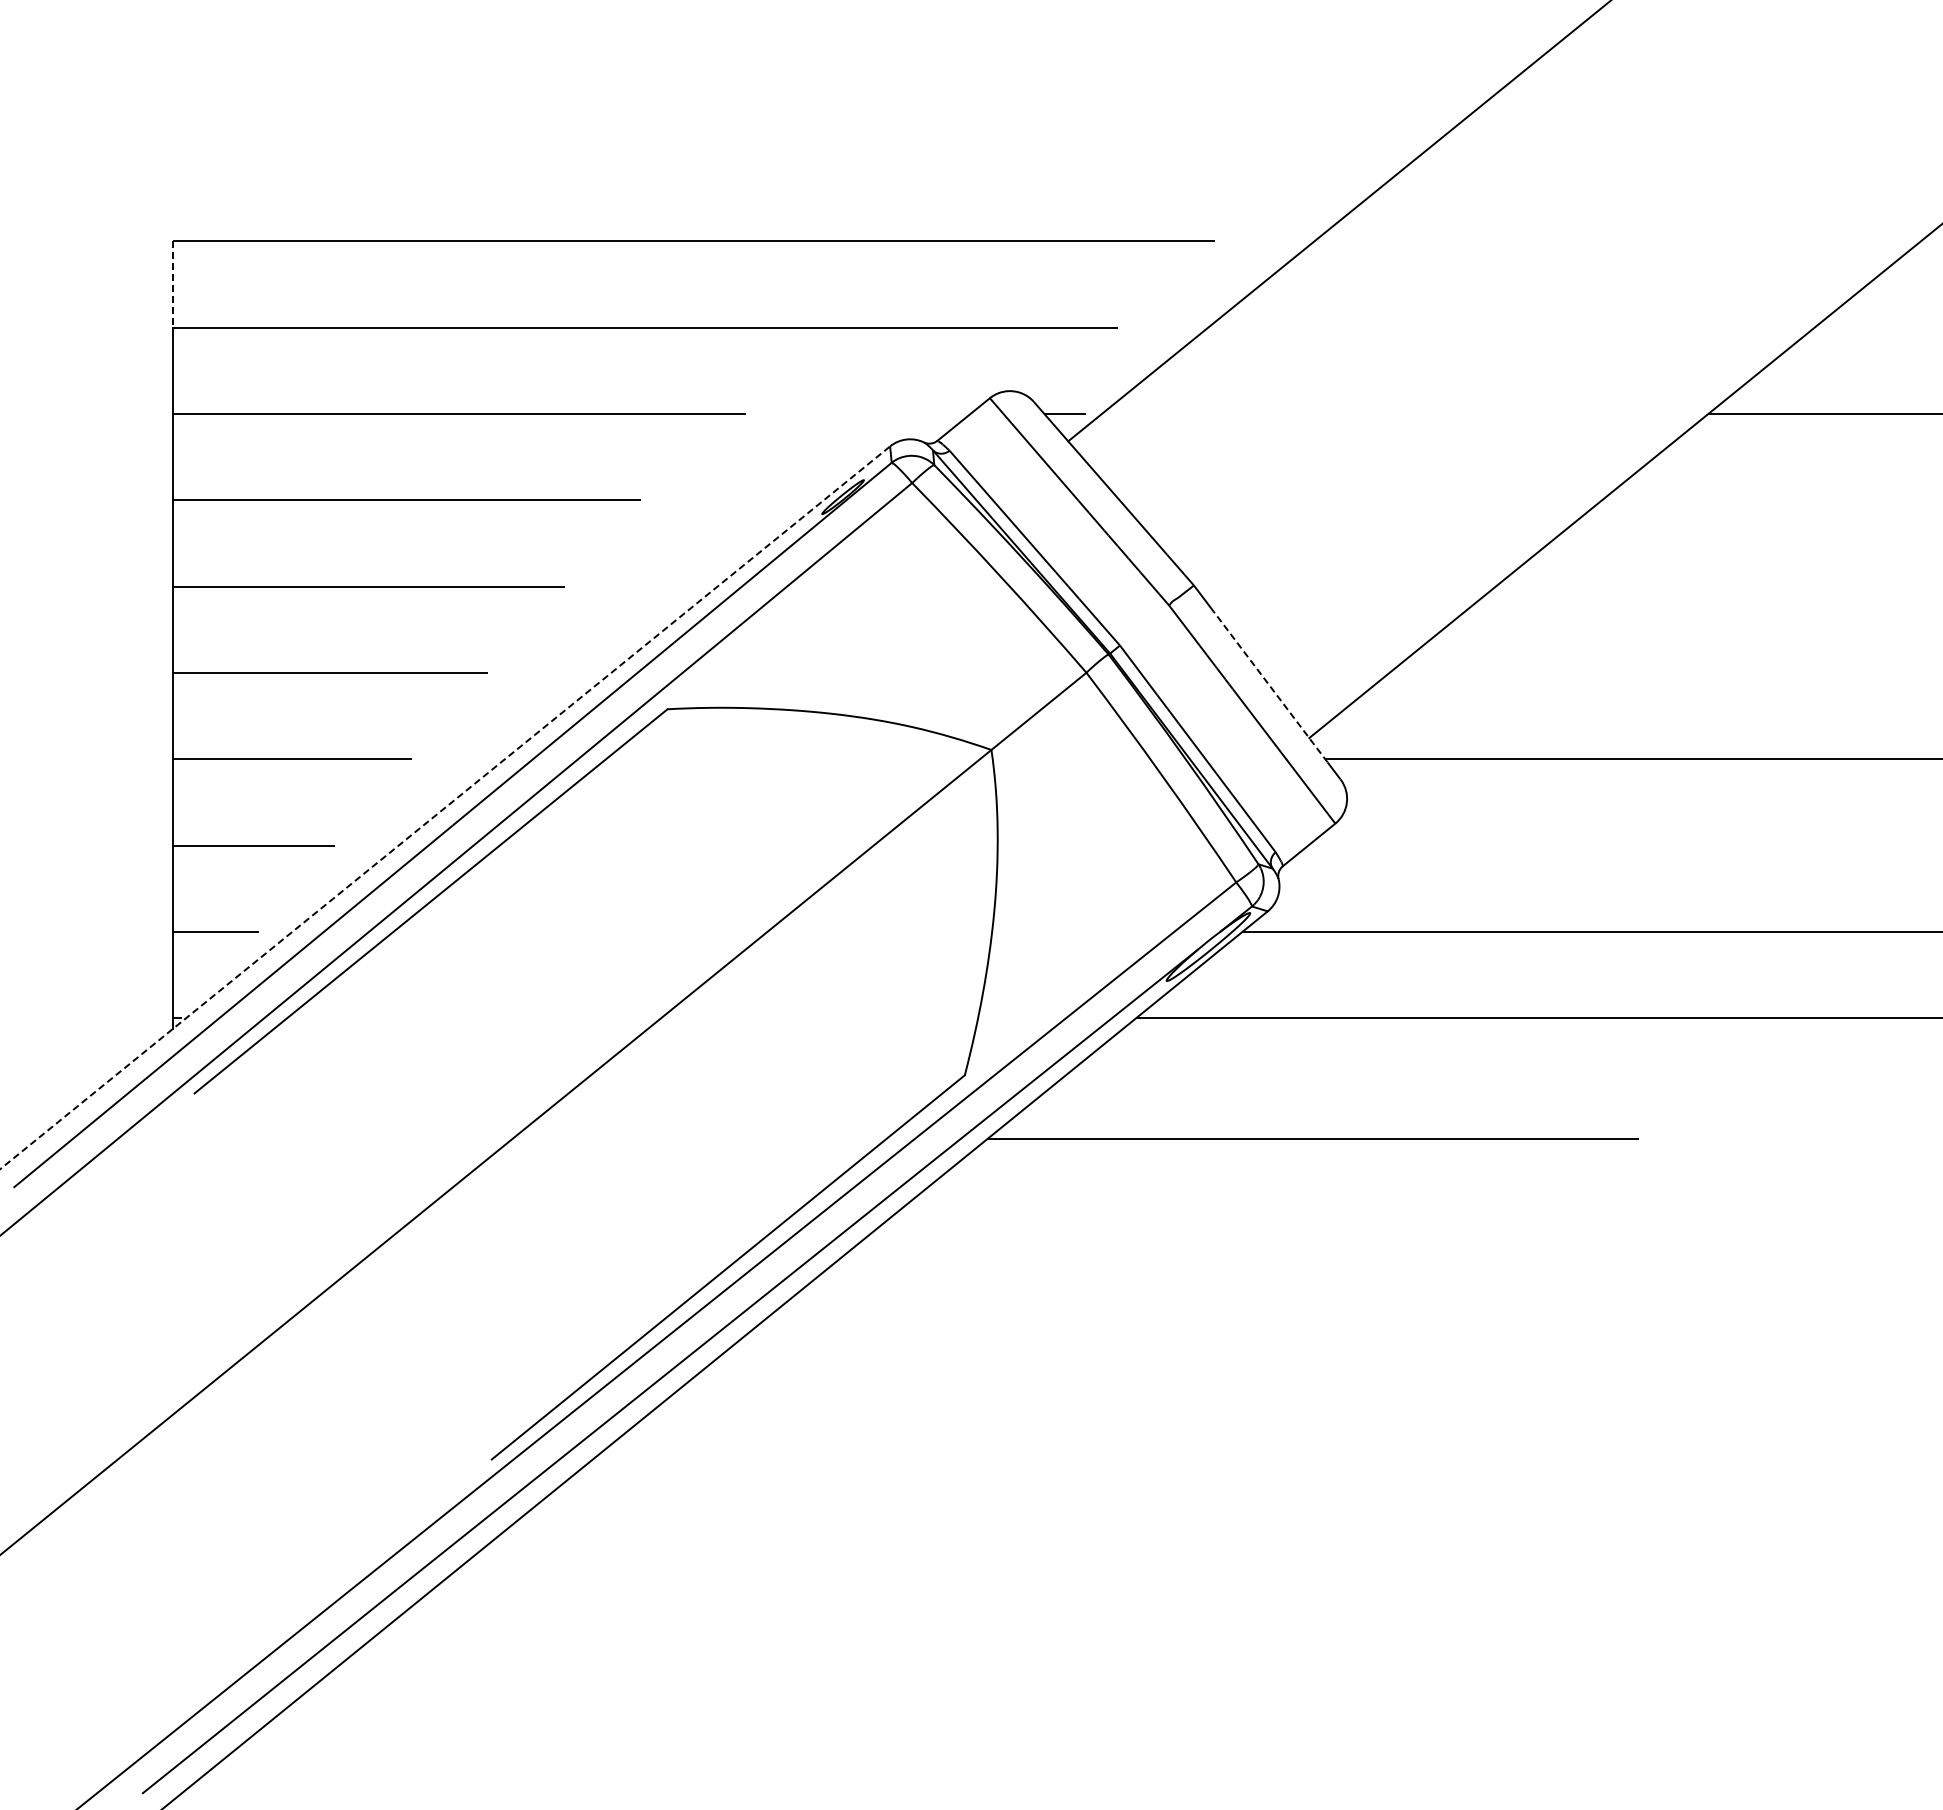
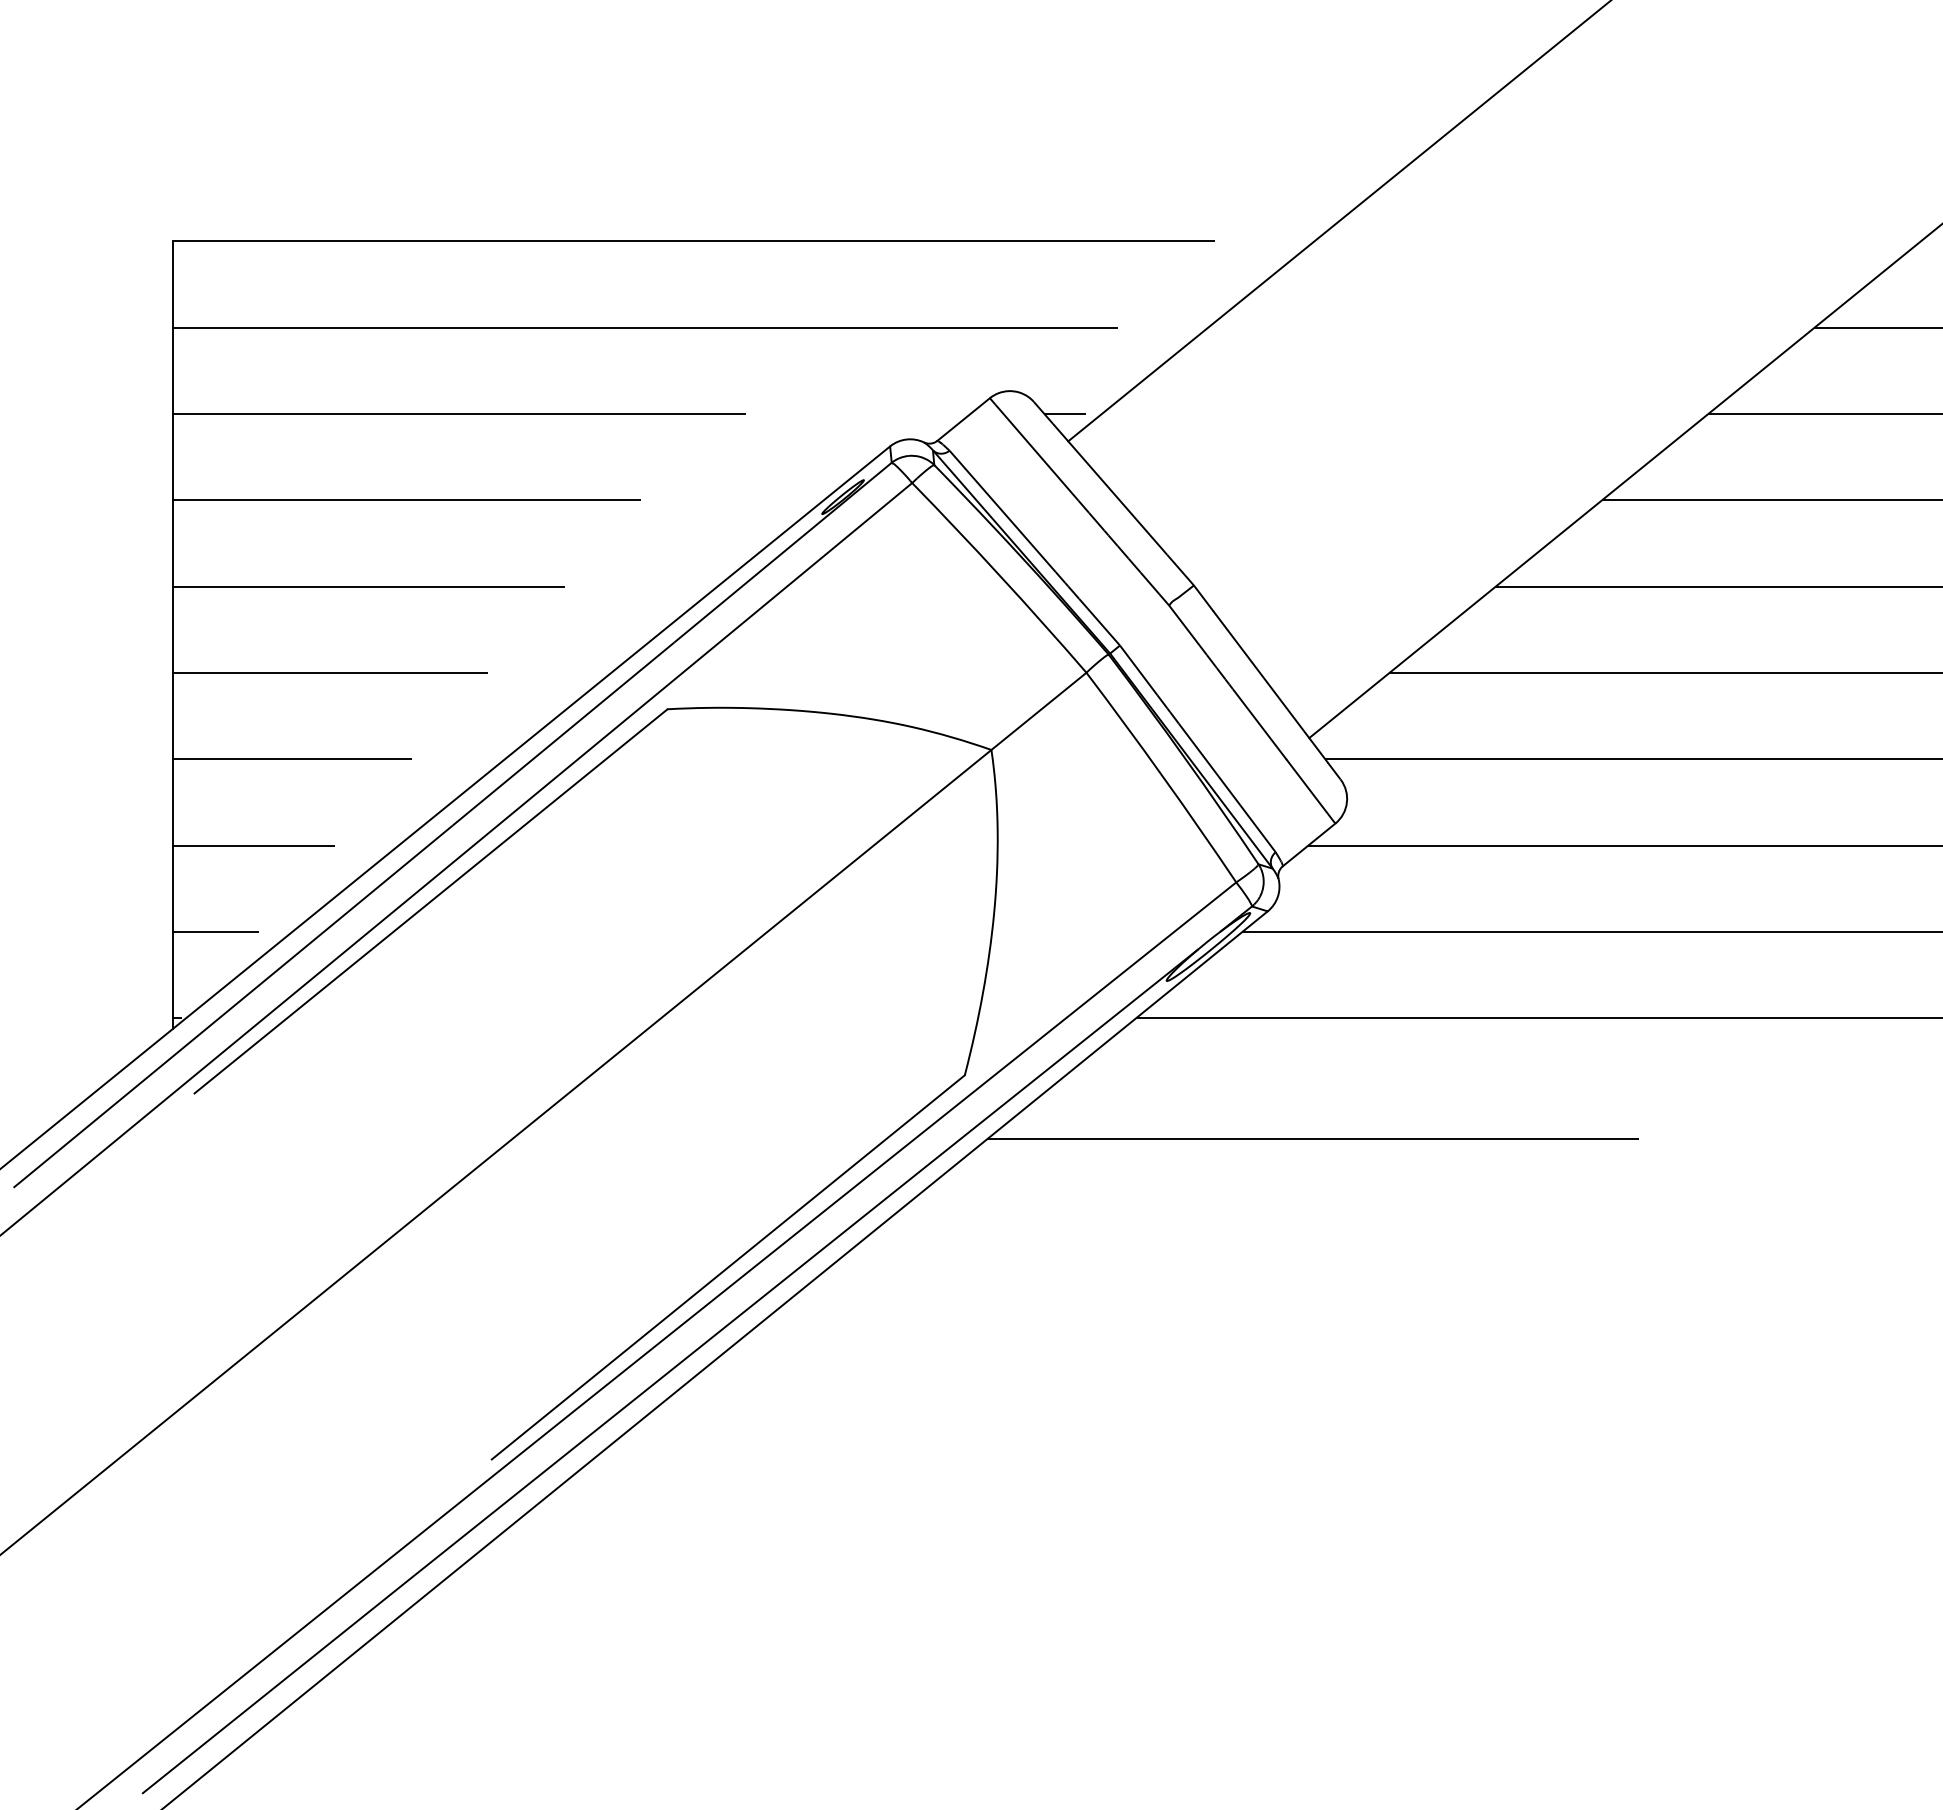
line at (173, 285): dashed -> solid
line at (1876, 327): none -> present
line at (1770, 500): none -> present
line at (1717, 586): none -> present
line at (1664, 673): none -> present
line at (1270, 687): dashed -> solid
line at (445, 807): dashed -> solid
line at (1623, 845): none -> present
